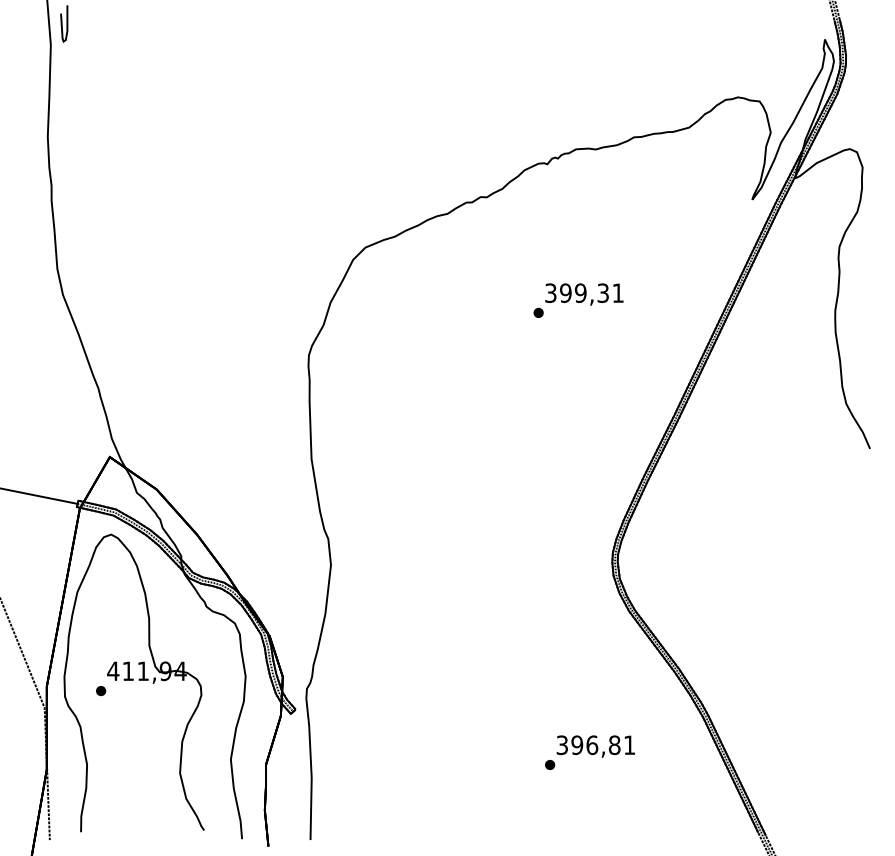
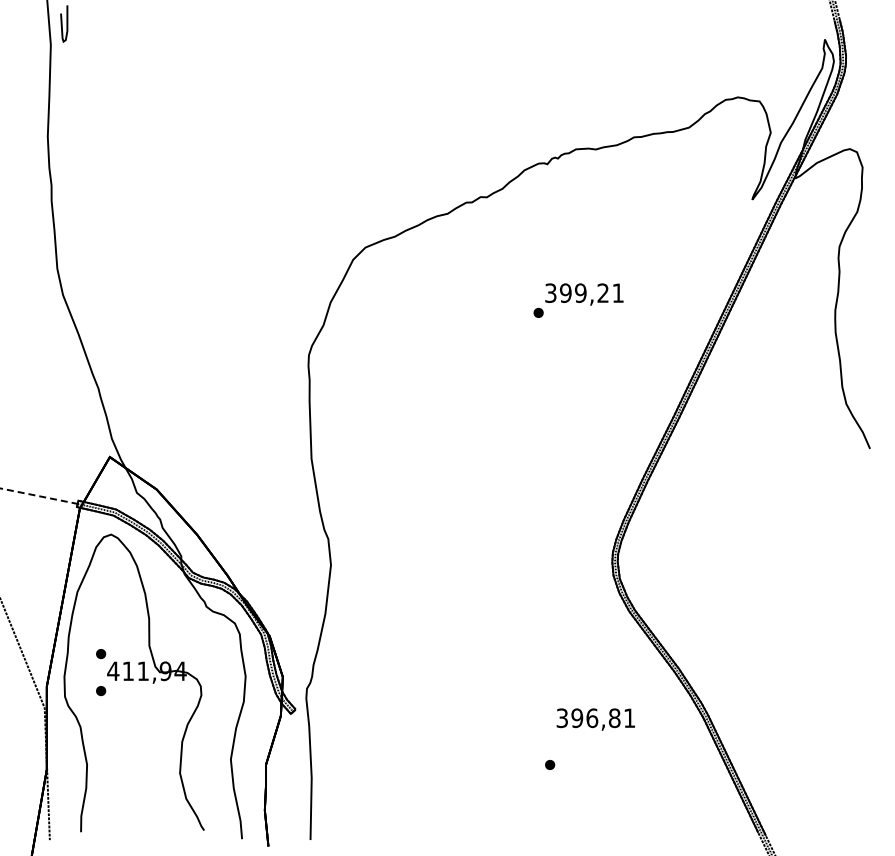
text at (602, 292): 399,31 -> 399,21
line at (39, 496): solid -> dashed
part at (101, 654): none -> present
text at (595, 746) position: (595, 746) -> (595, 719)
